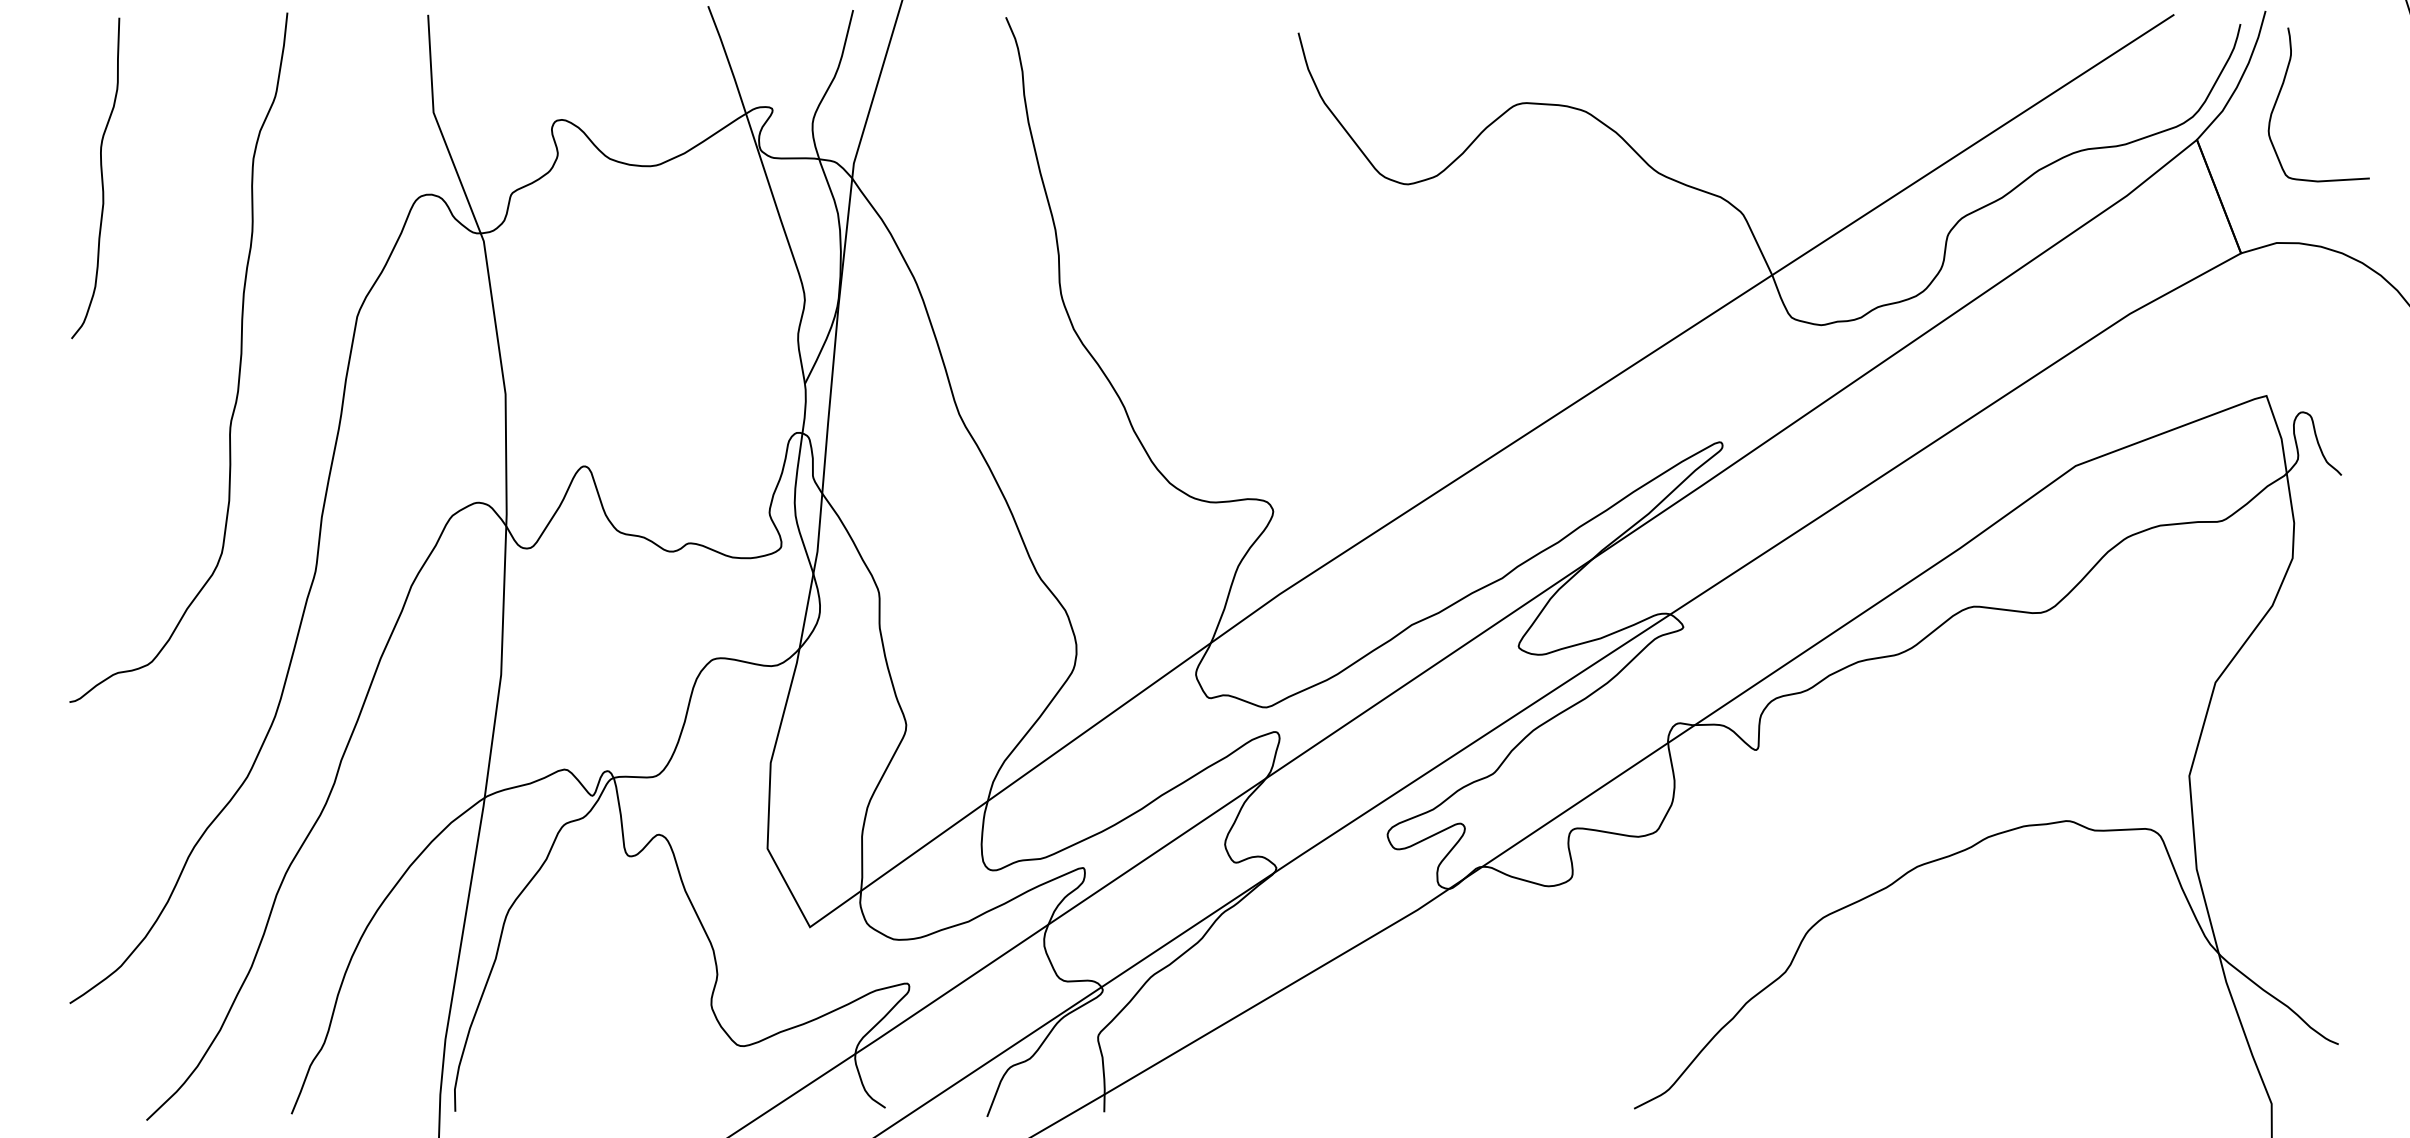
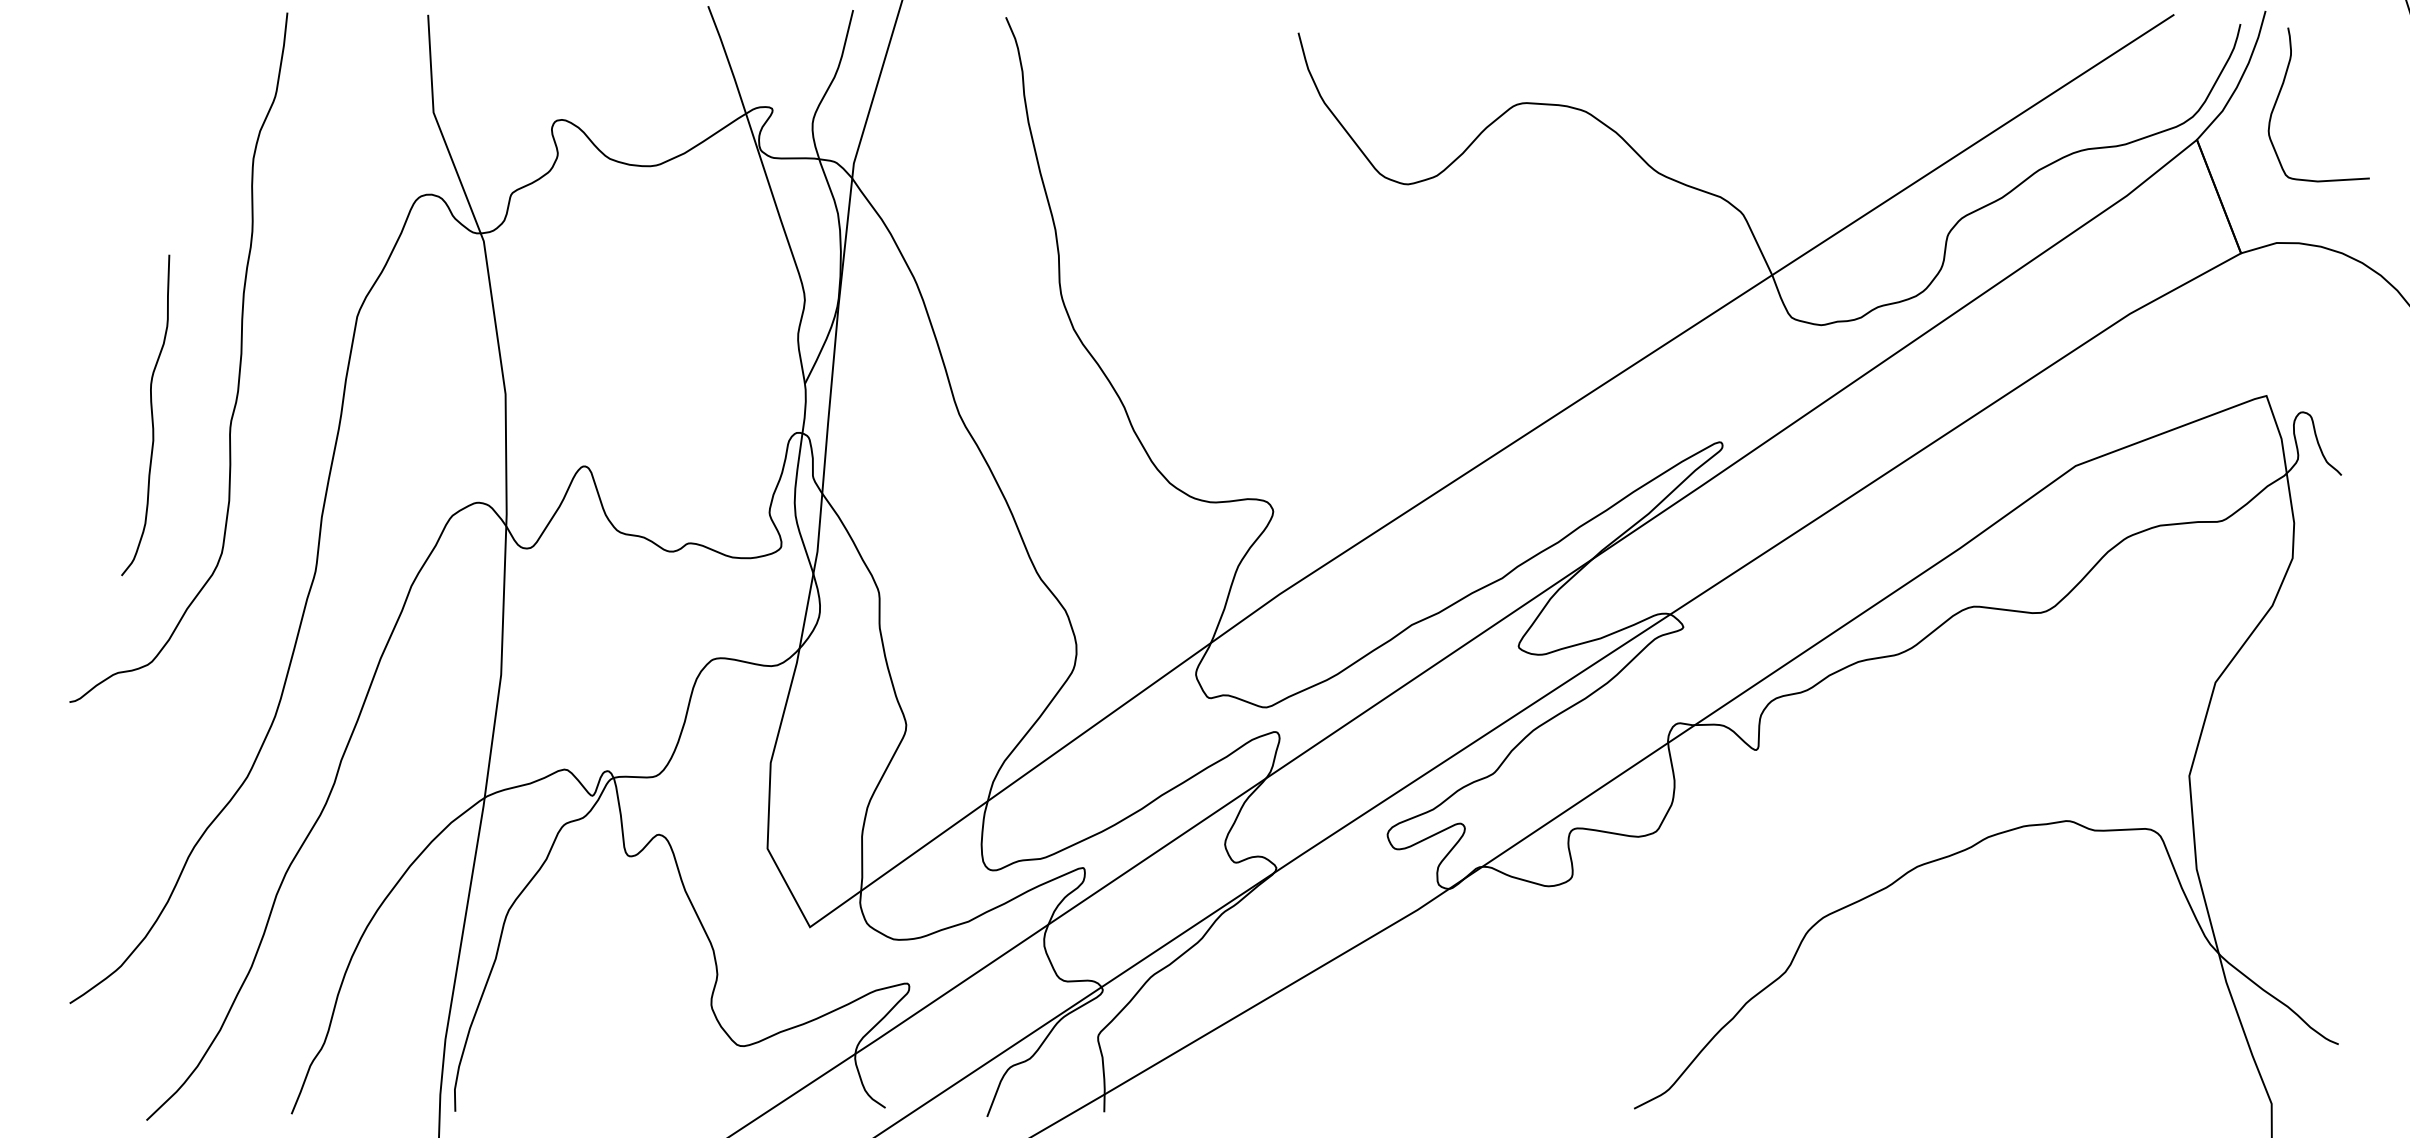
curve at (101, 178) position: (101, 178) -> (151, 415)
